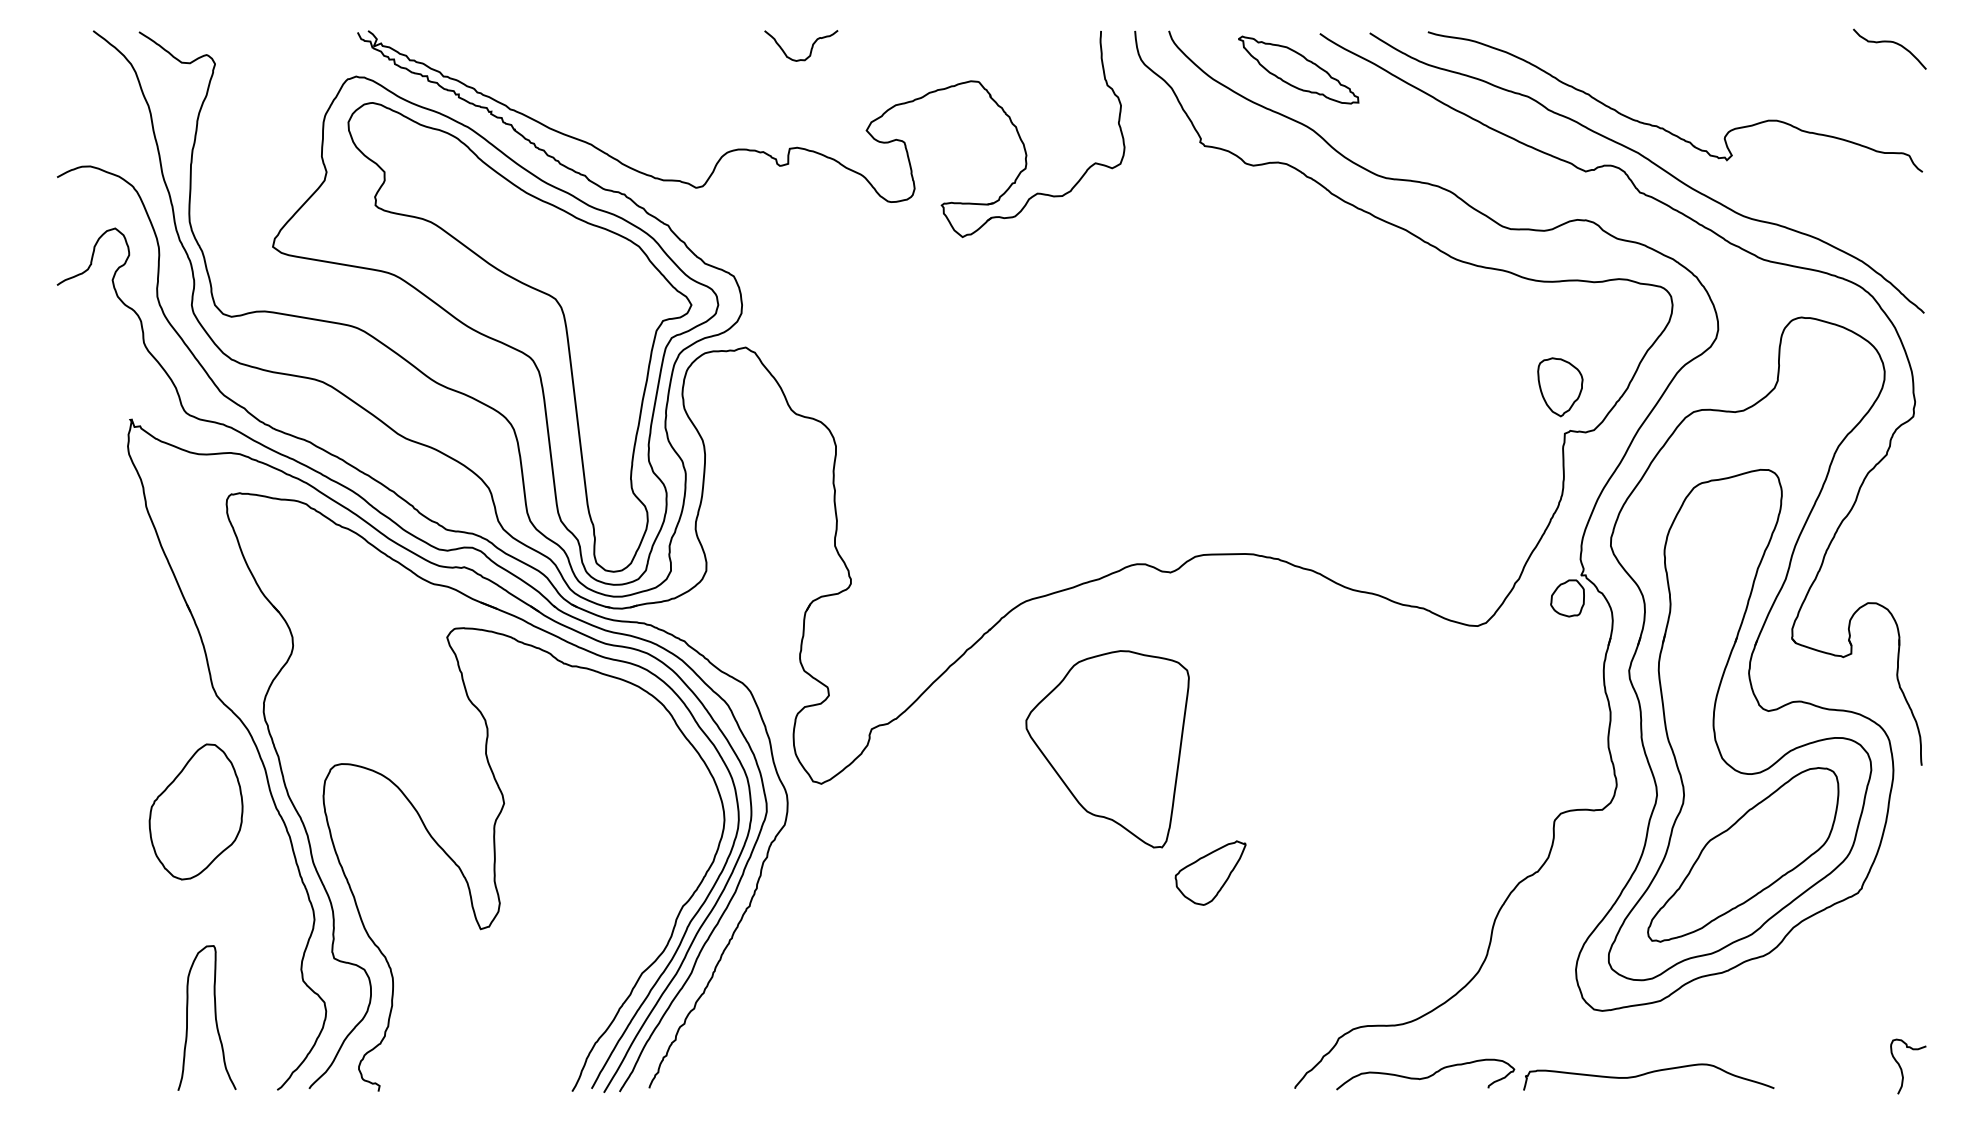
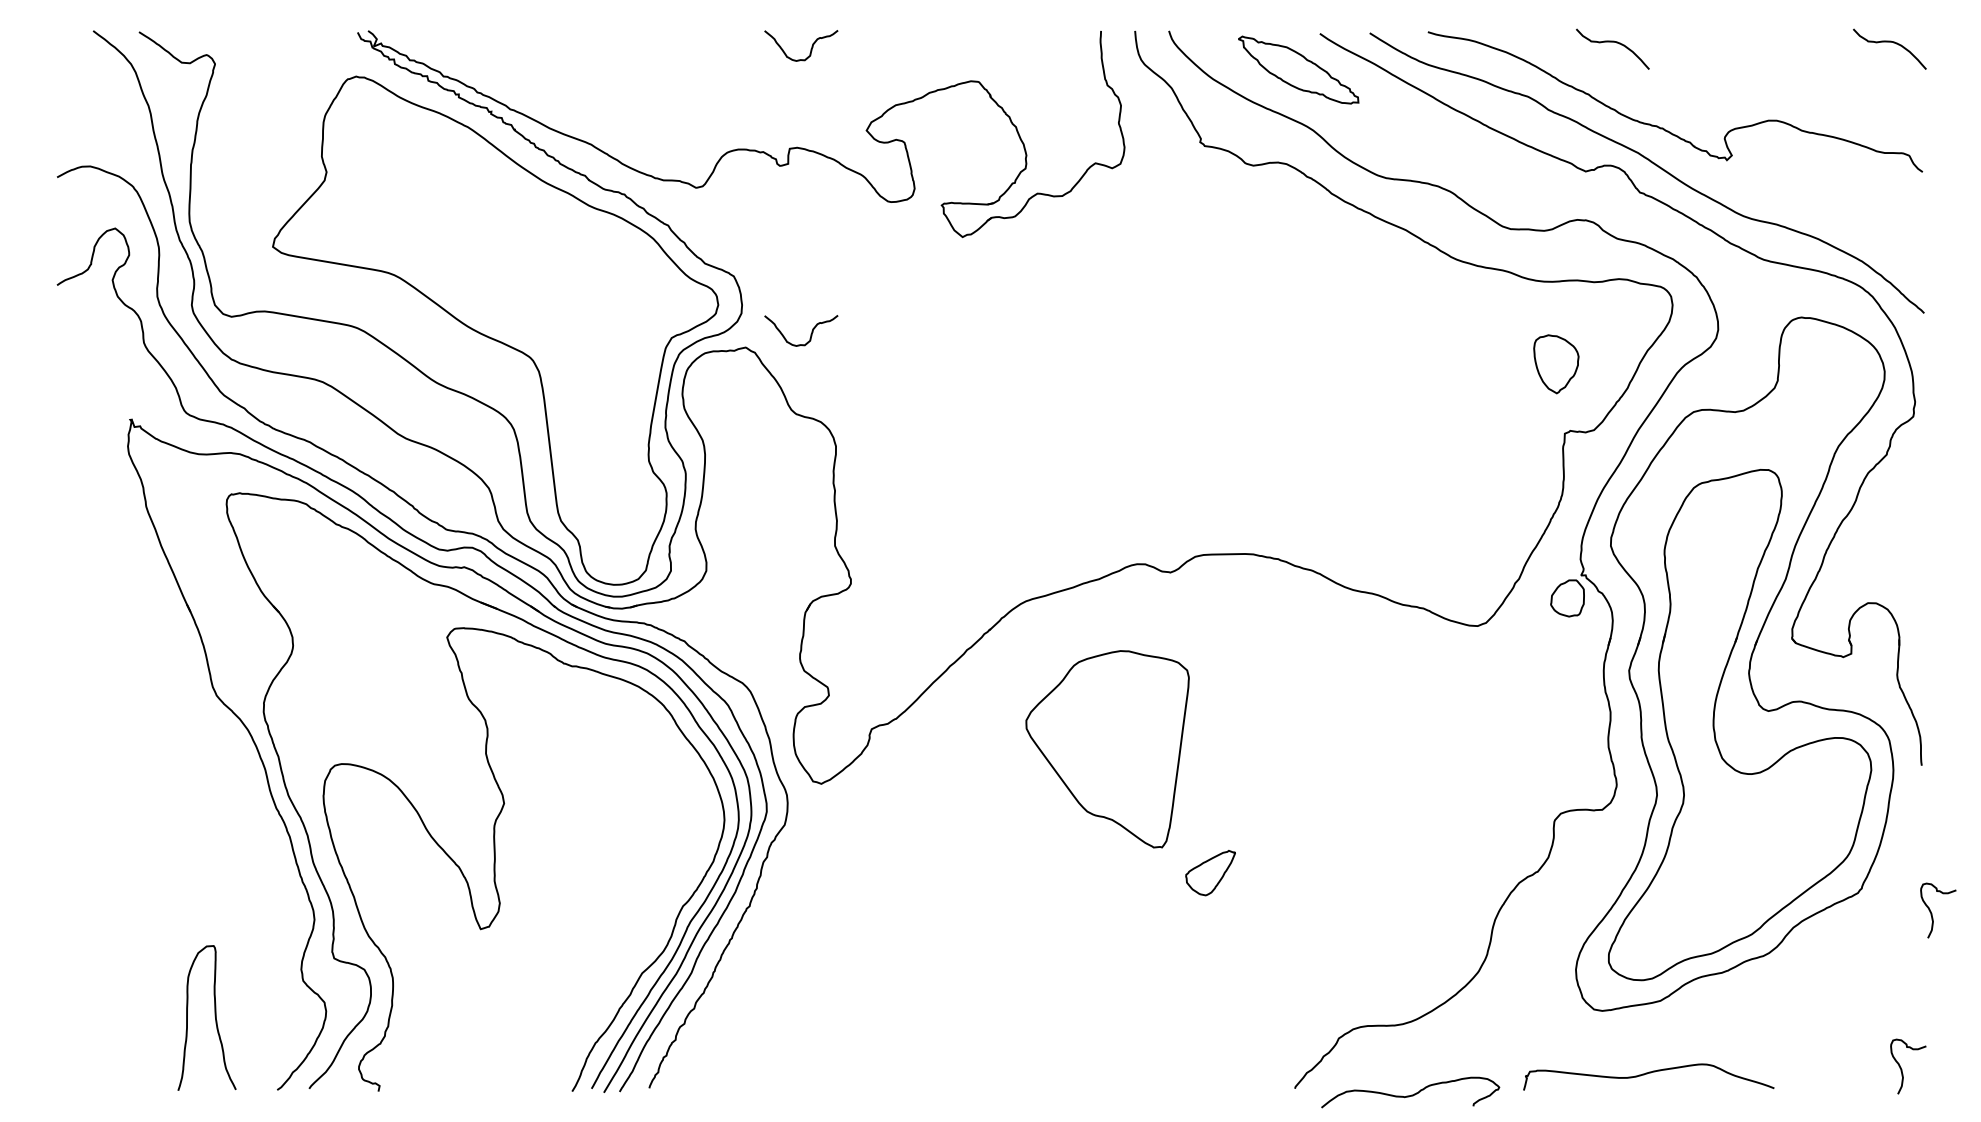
curve at (1612, 42): none -> present
part at (565, 331): present -> none
curve at (810, 334): none -> present
part at (1560, 387) position: (1560, 387) -> (1556, 364)
part at (195, 811): present -> none
part at (1743, 854): present -> none
part at (1210, 872) size: 73x66 px -> 51x47 px
curve at (1932, 913): none -> present
curve at (1426, 1076) position: (1426, 1076) -> (1411, 1094)
